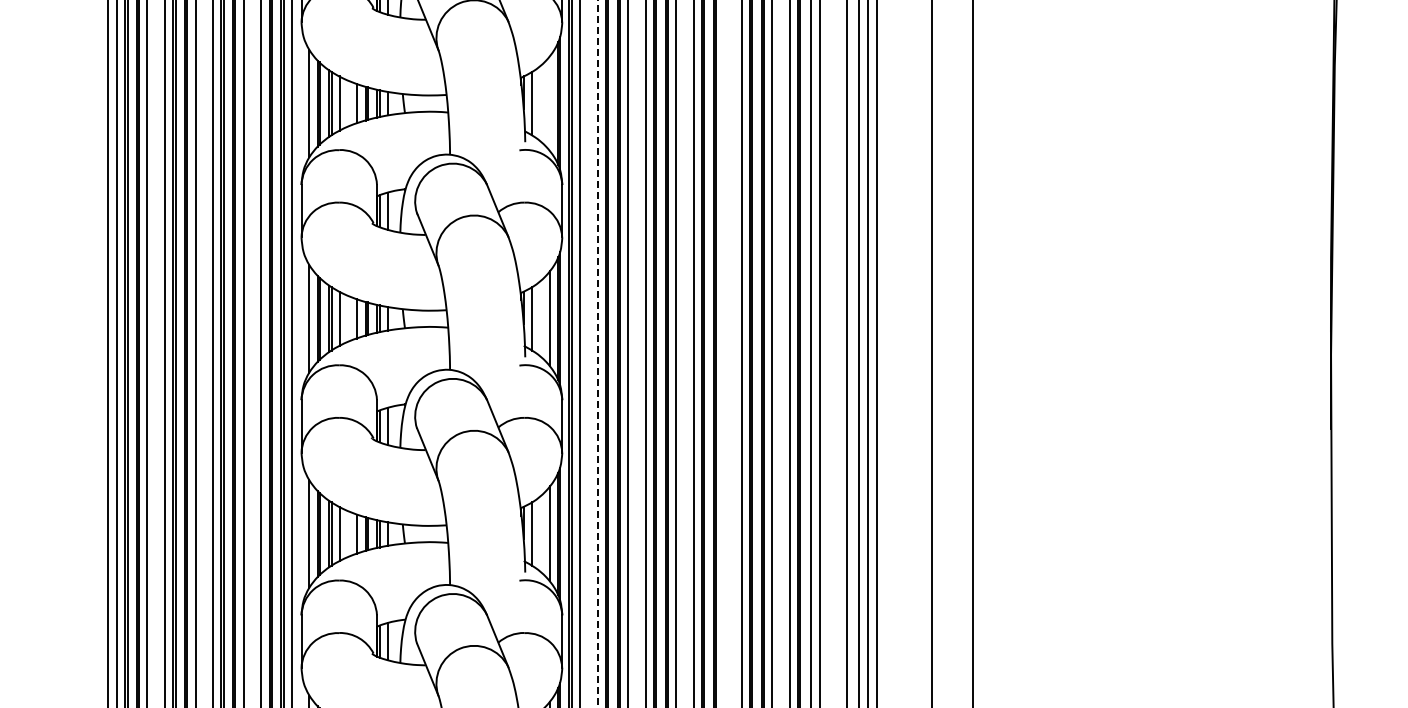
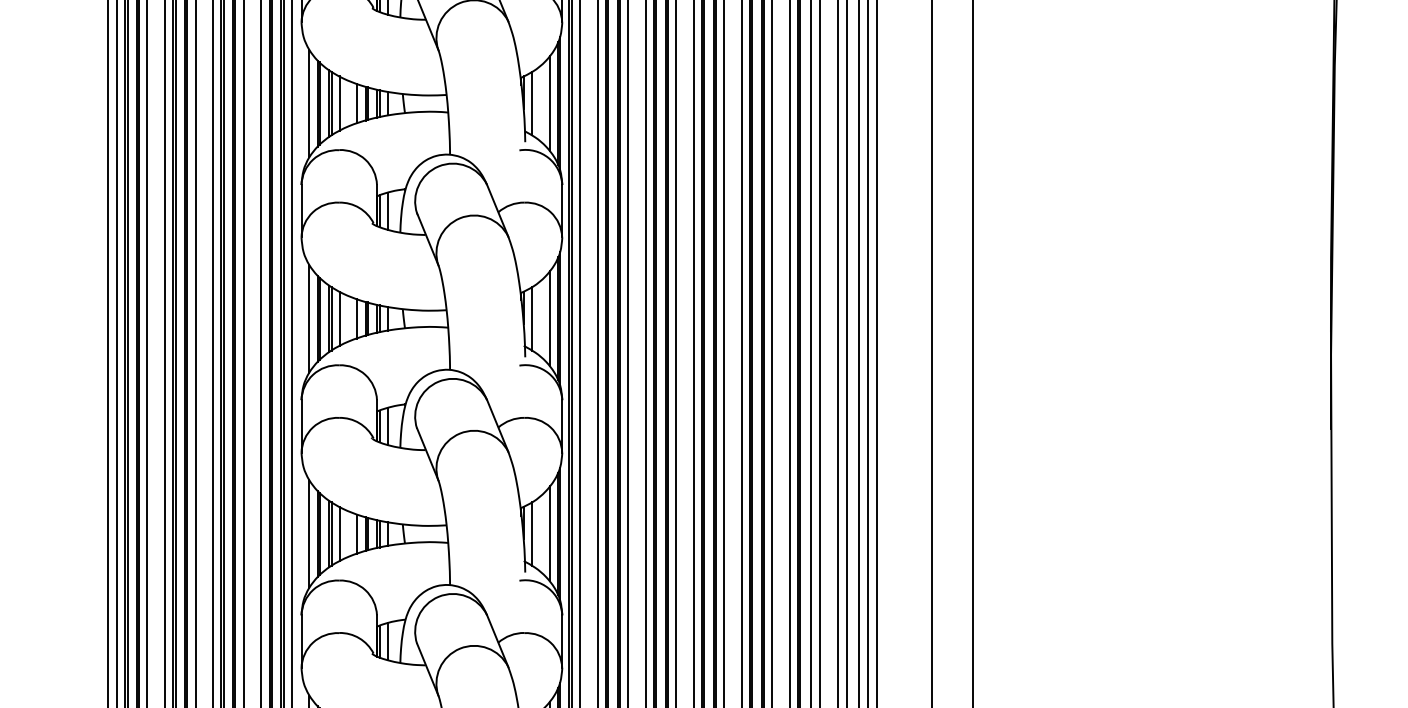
line at (549, 103): none -> present
line at (724, 353): none -> present
line at (837, 353): none -> present
line at (597, 354): dashed -> solid
